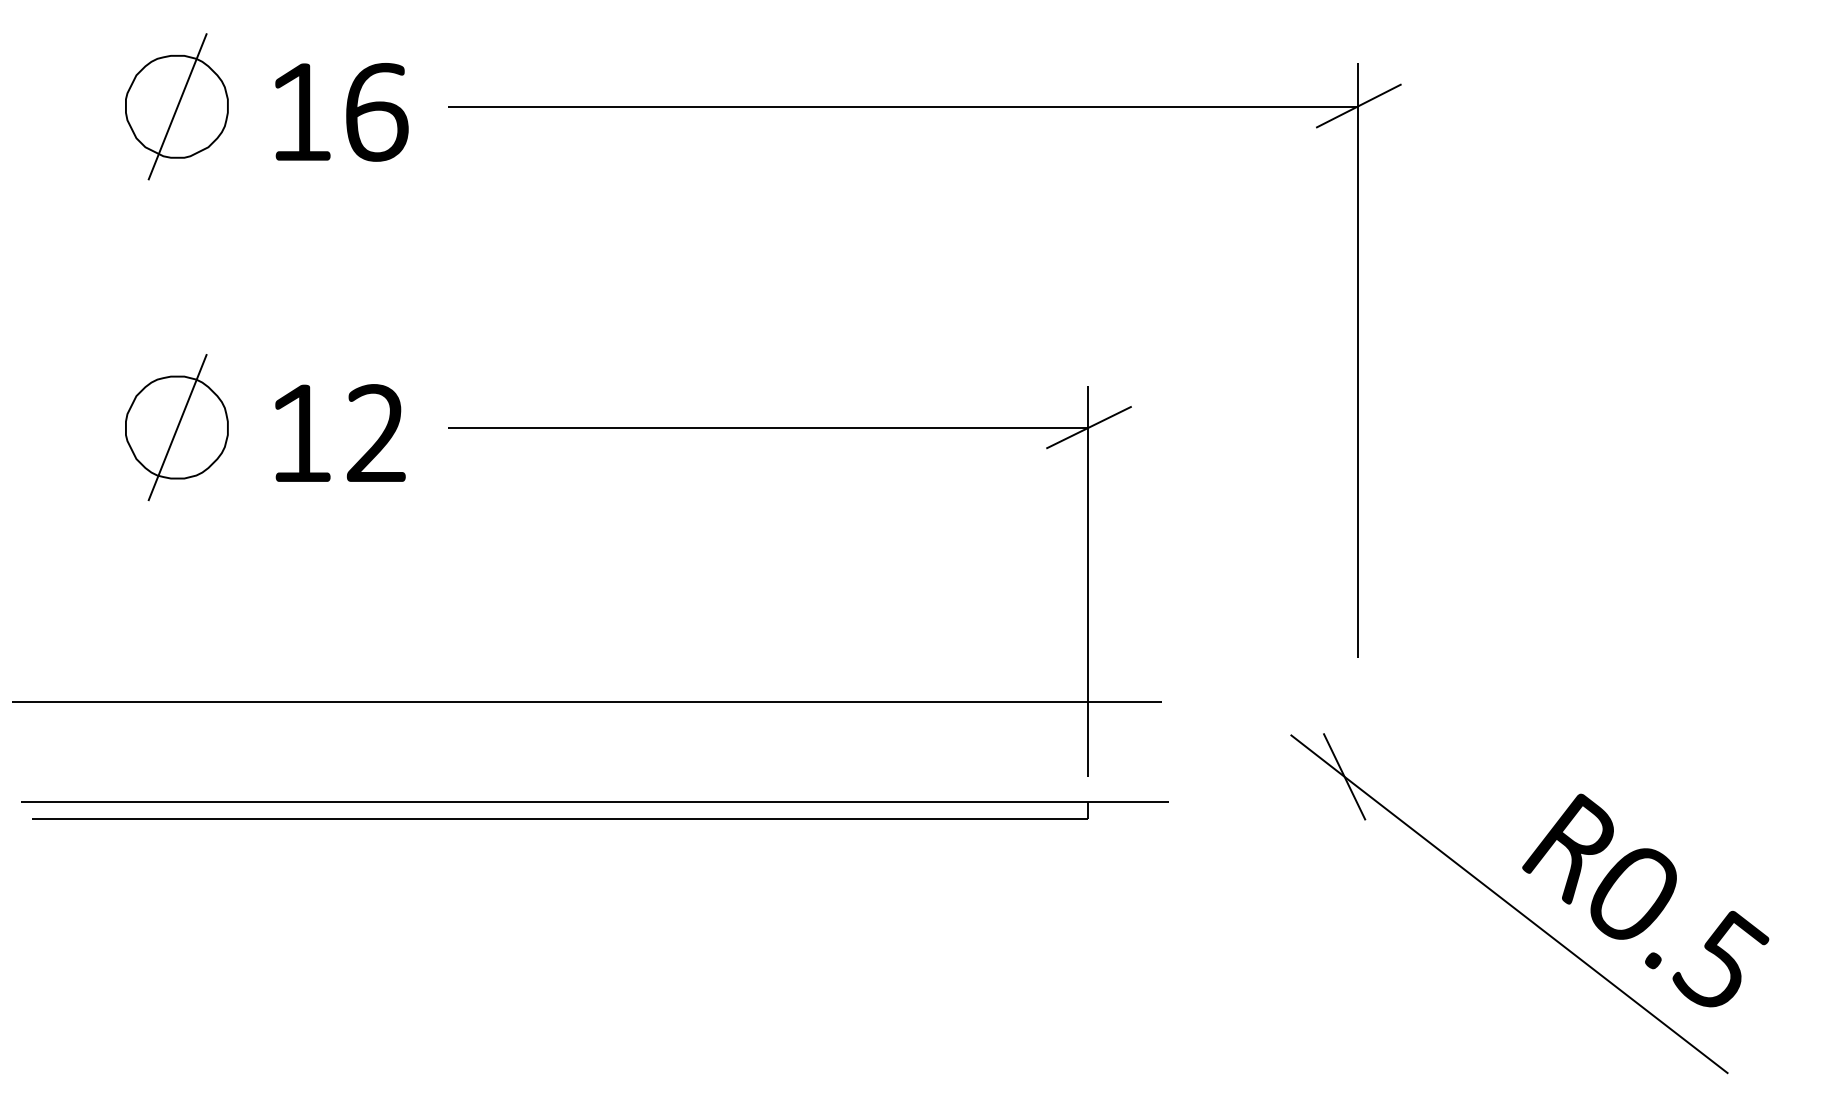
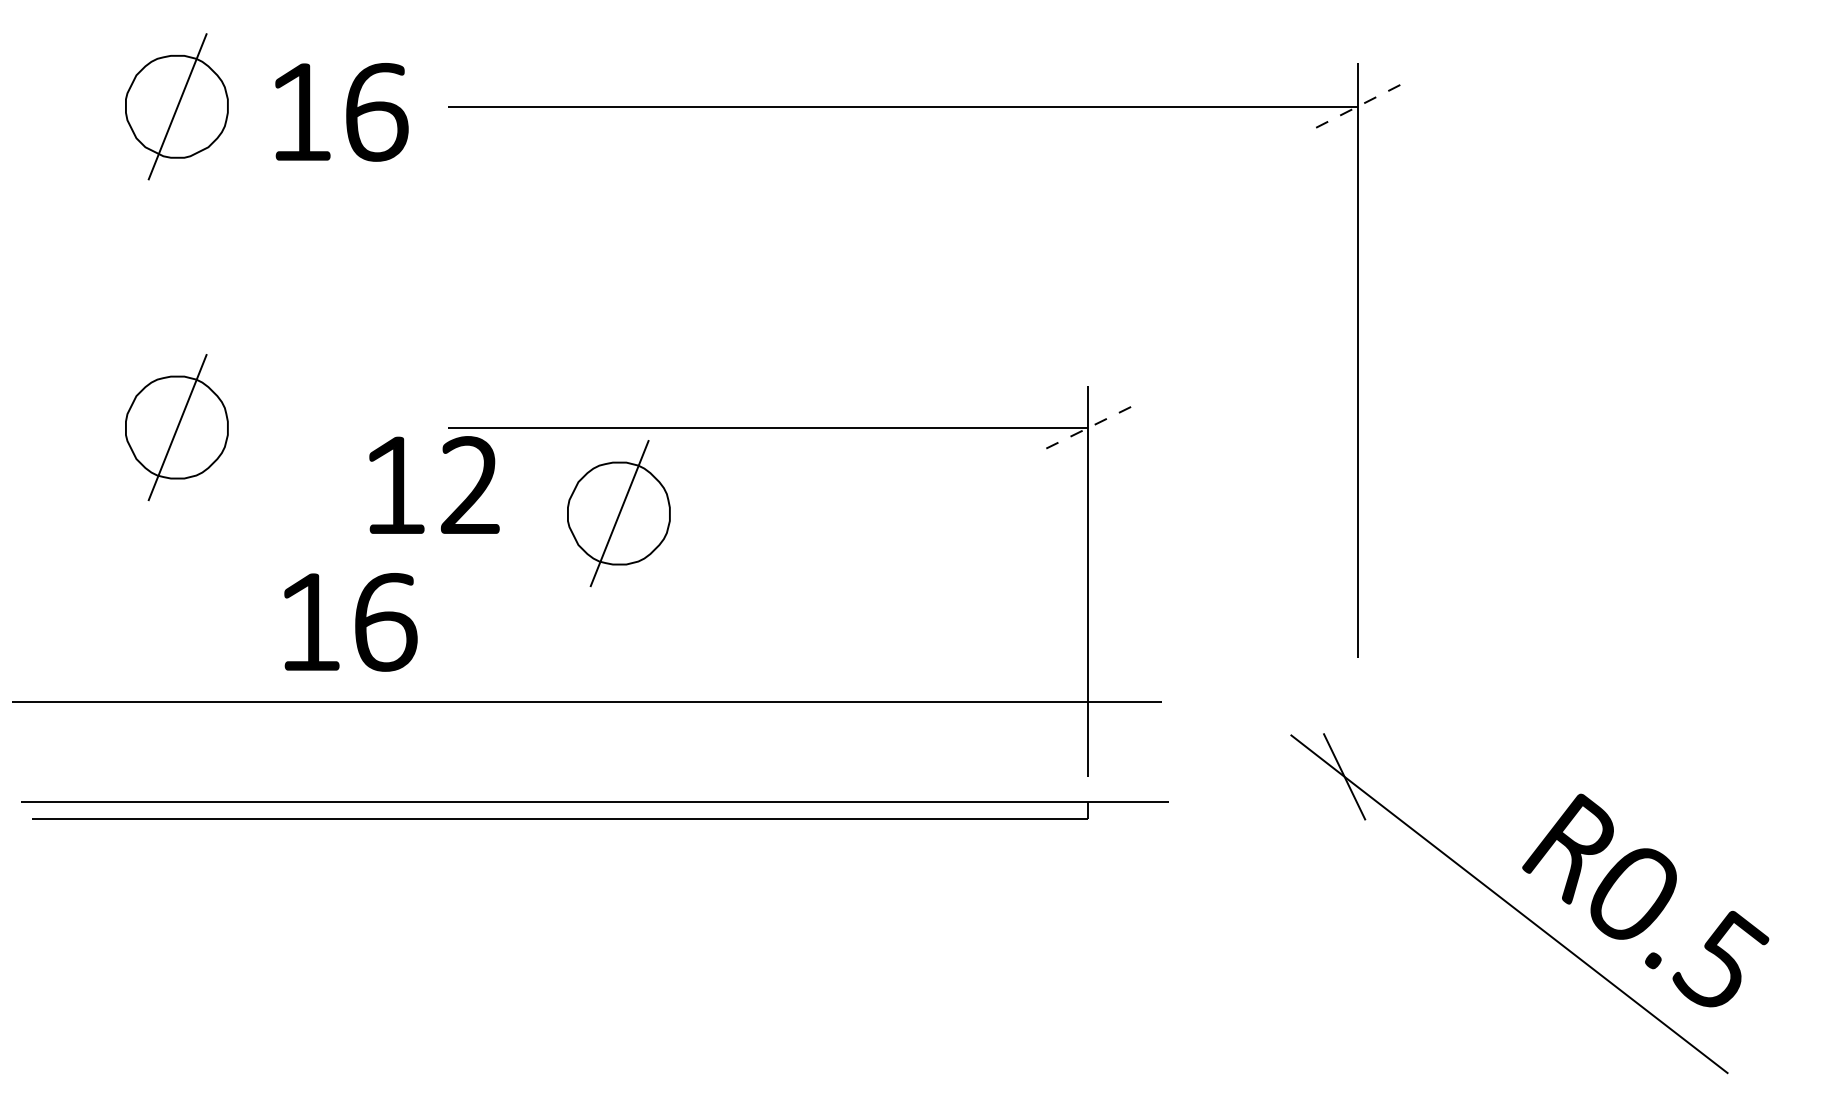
line at (1358, 106): solid -> dashed
line at (1089, 427): solid -> dashed
part at (310, 432) position: (310, 432) -> (404, 484)
part at (618, 513): none -> present
part at (350, 622): none -> present
